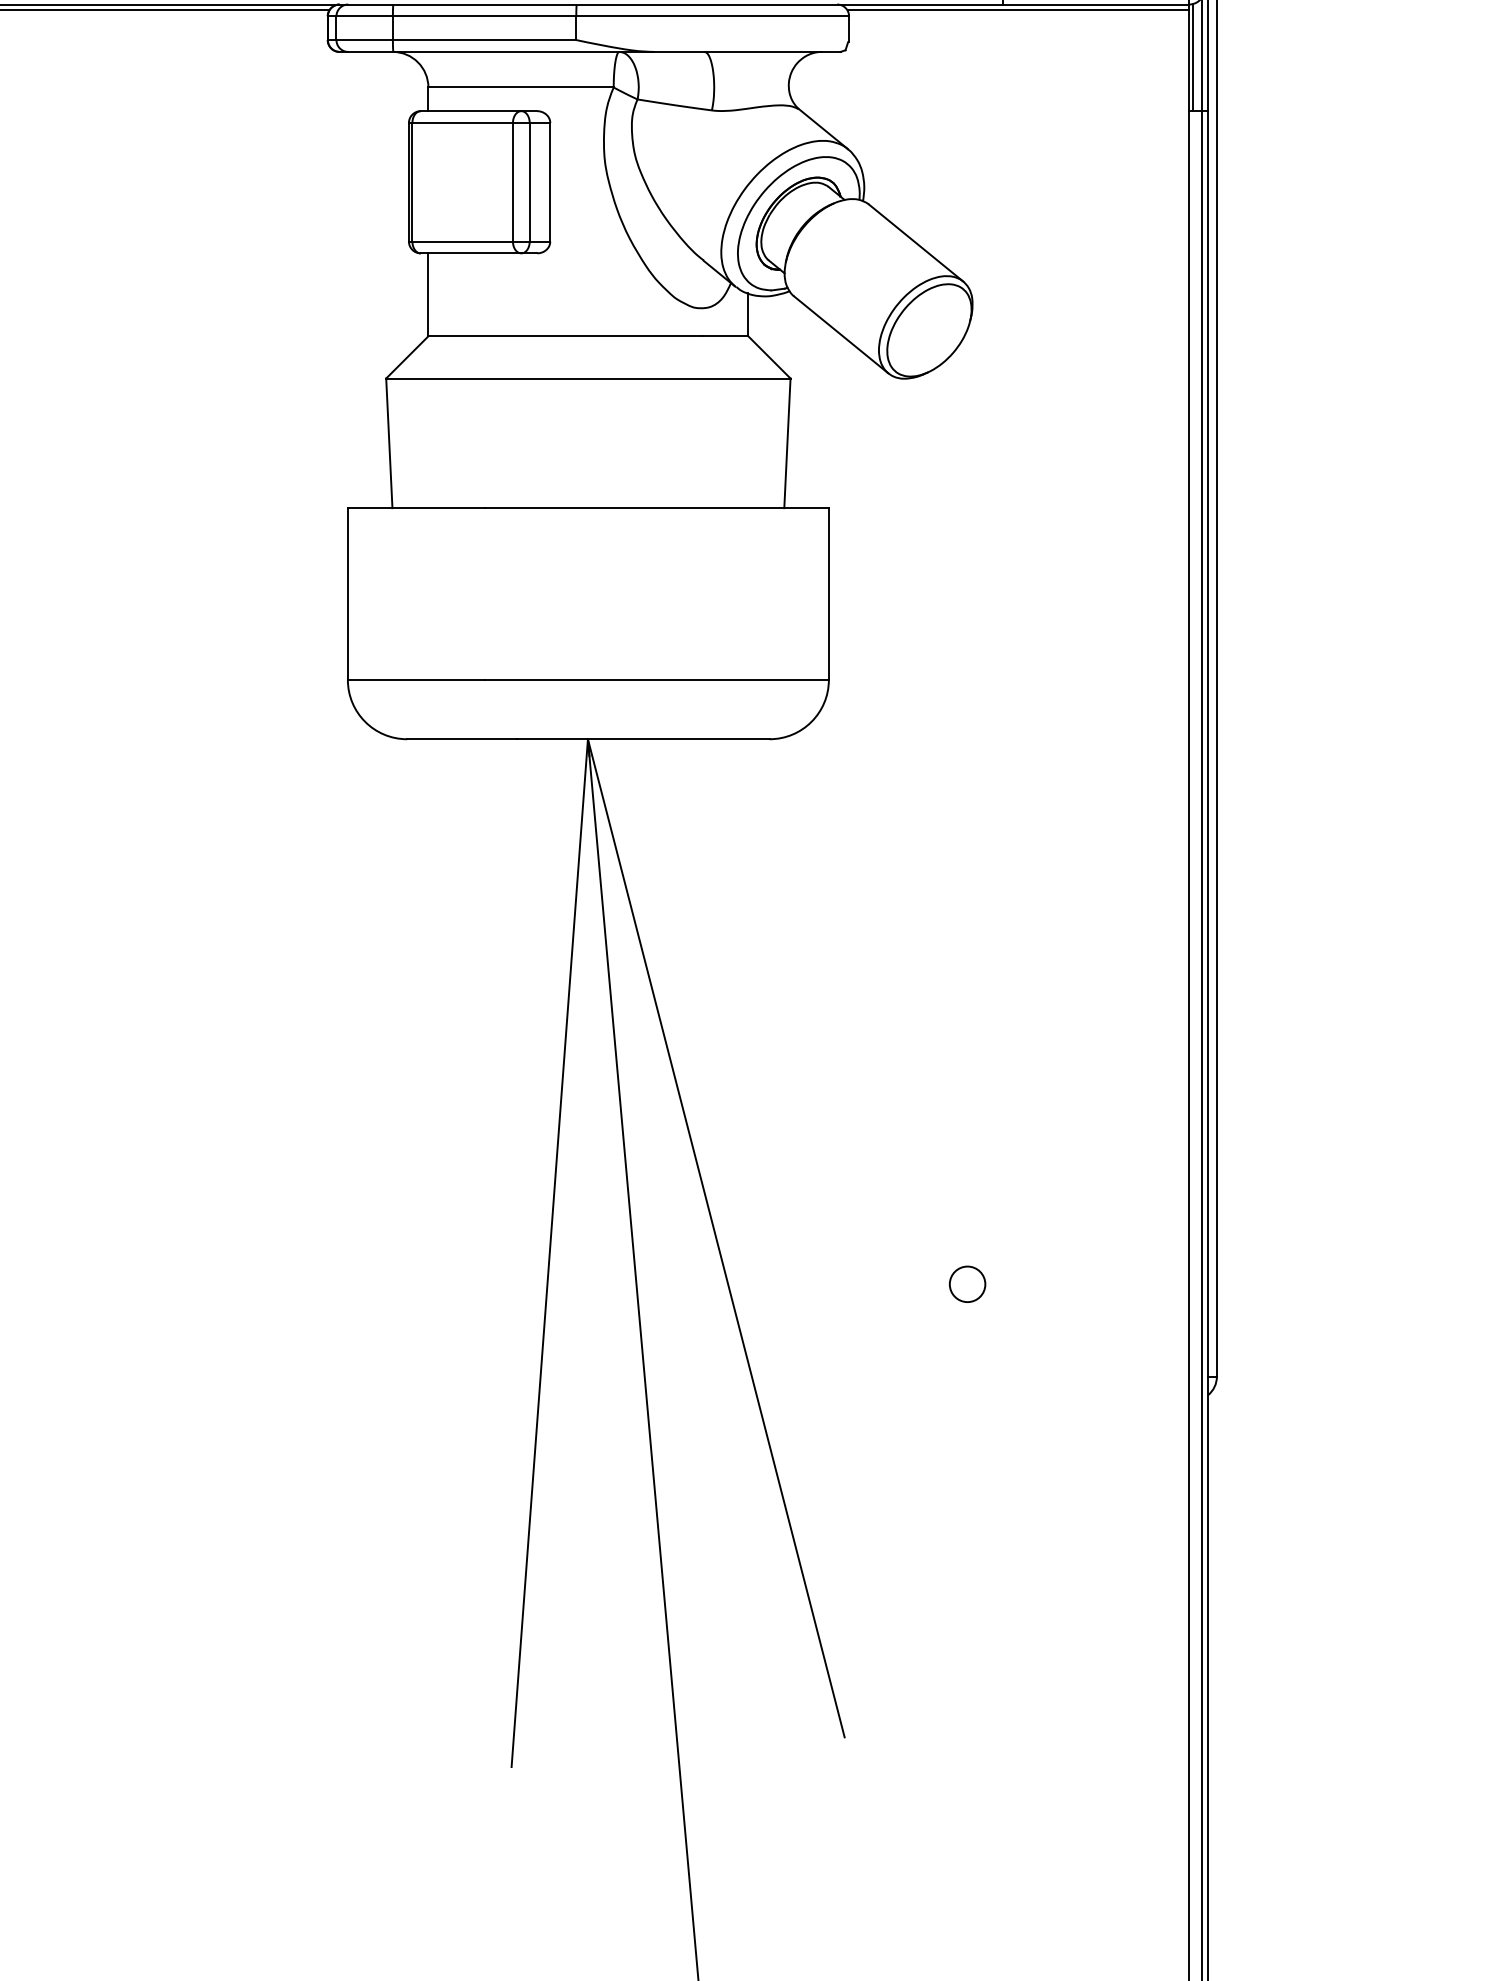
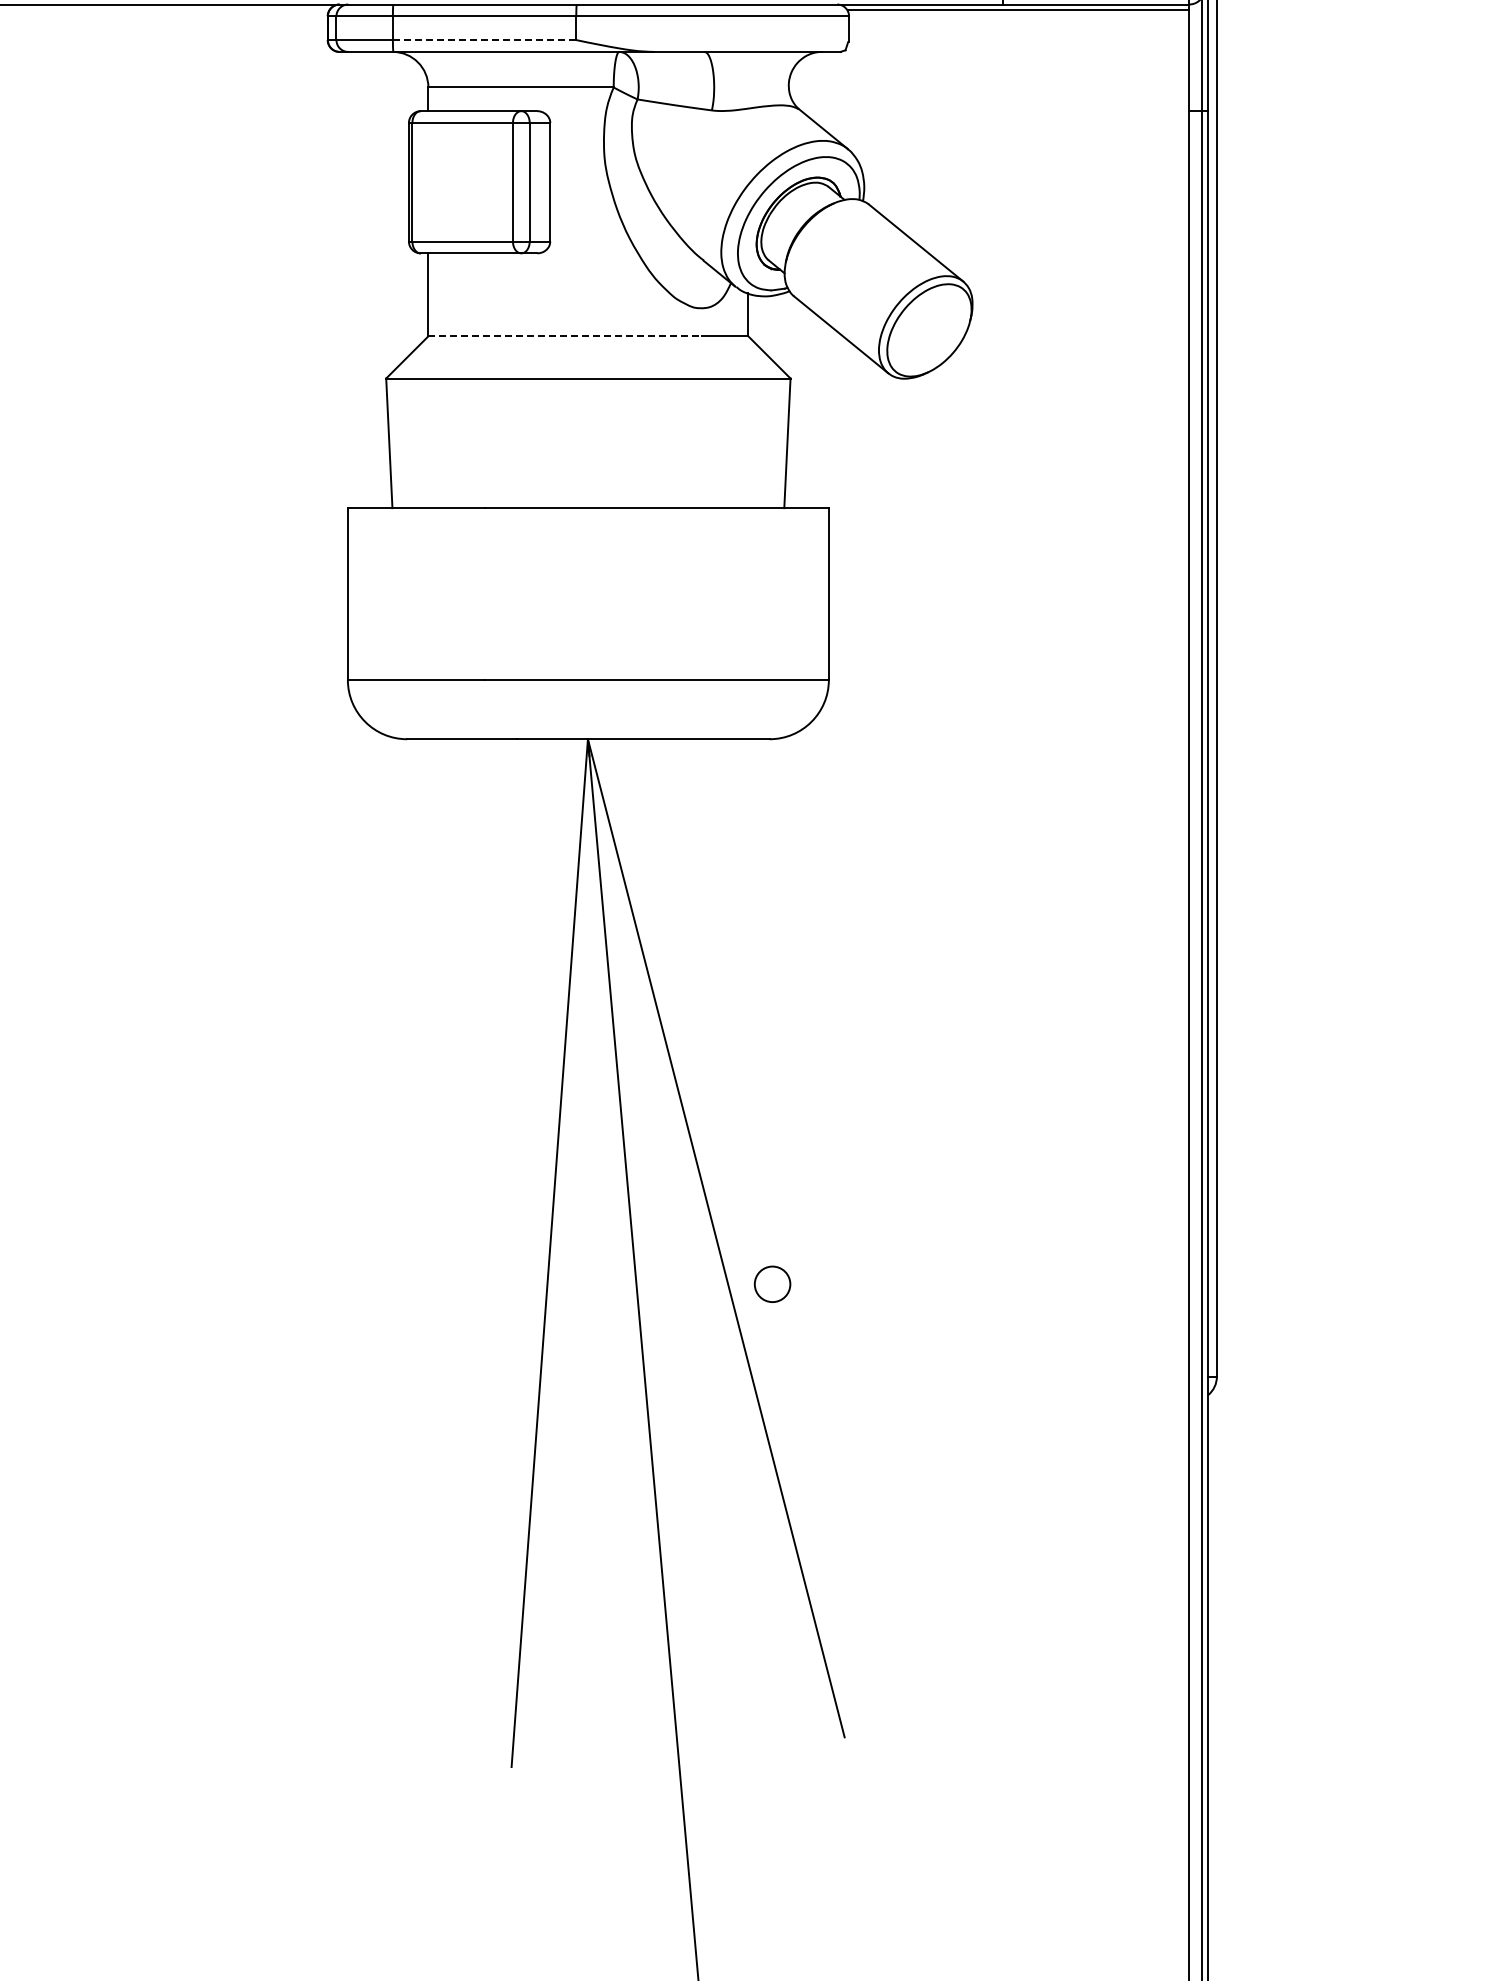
line at (165, 10): present -> none
line at (484, 40): solid -> dashed
line at (1193, 57): present -> none
line at (564, 336): solid -> dashed
circle at (967, 1283) position: (967, 1283) -> (772, 1283)
